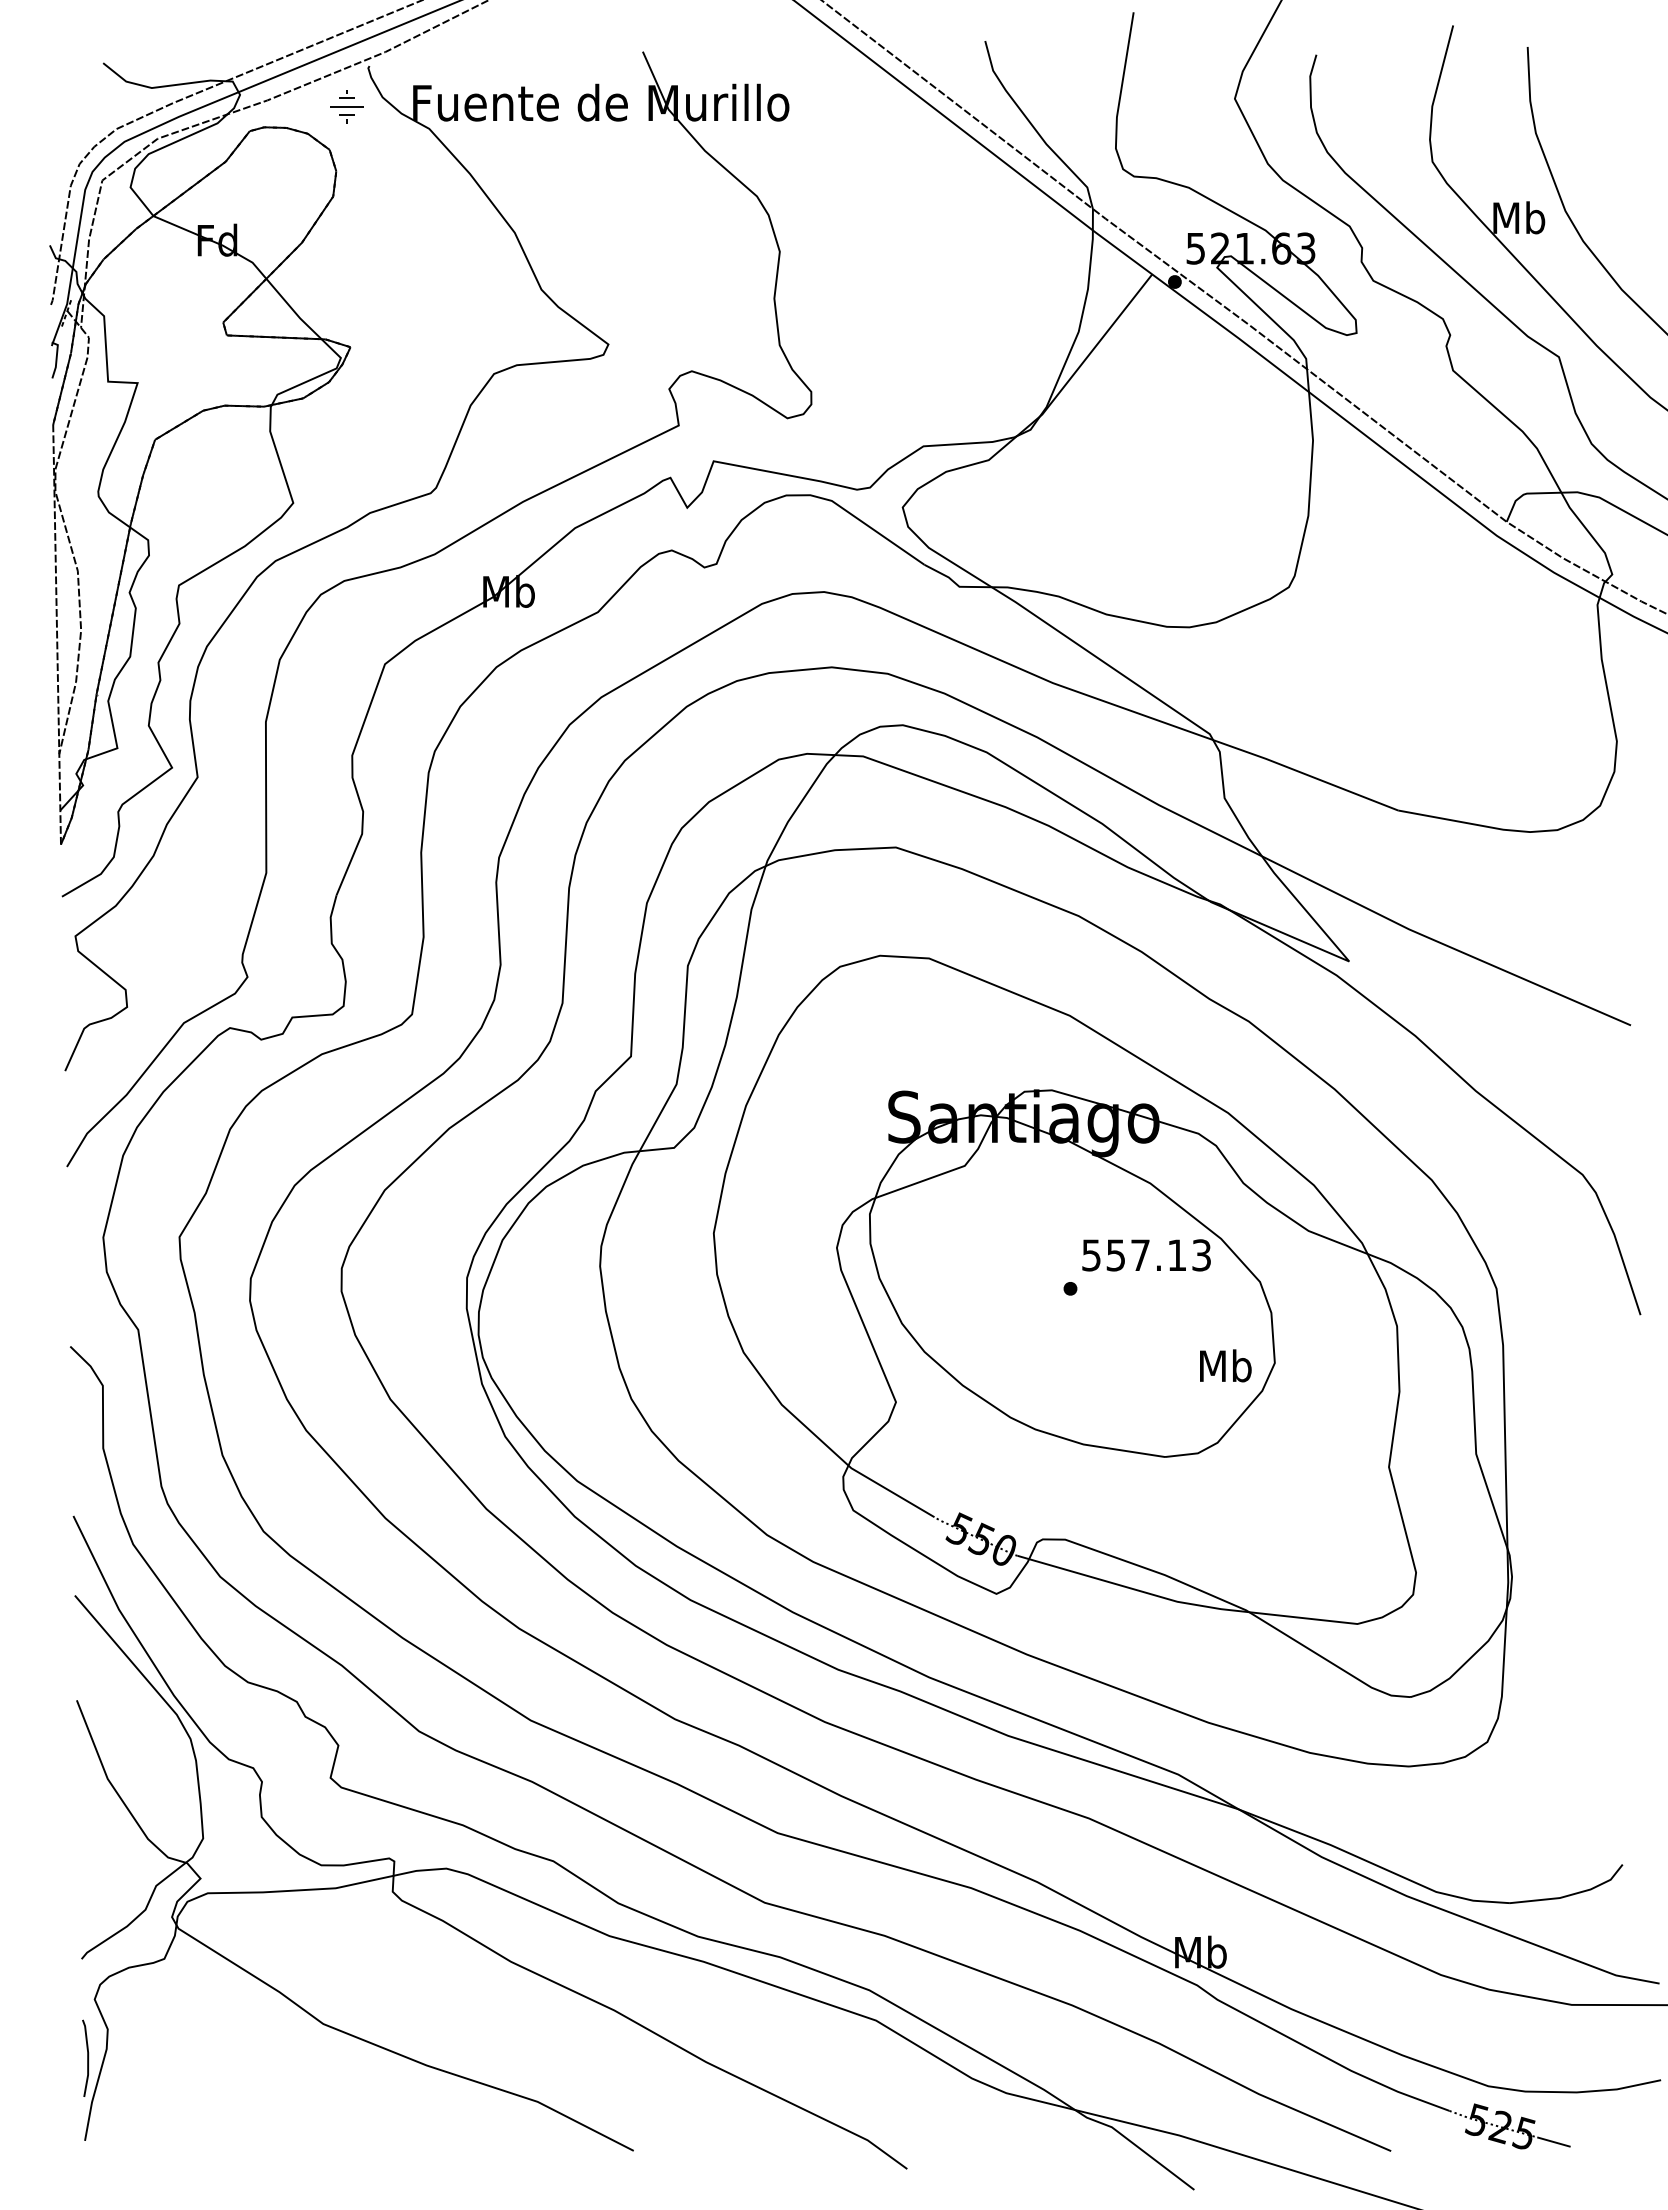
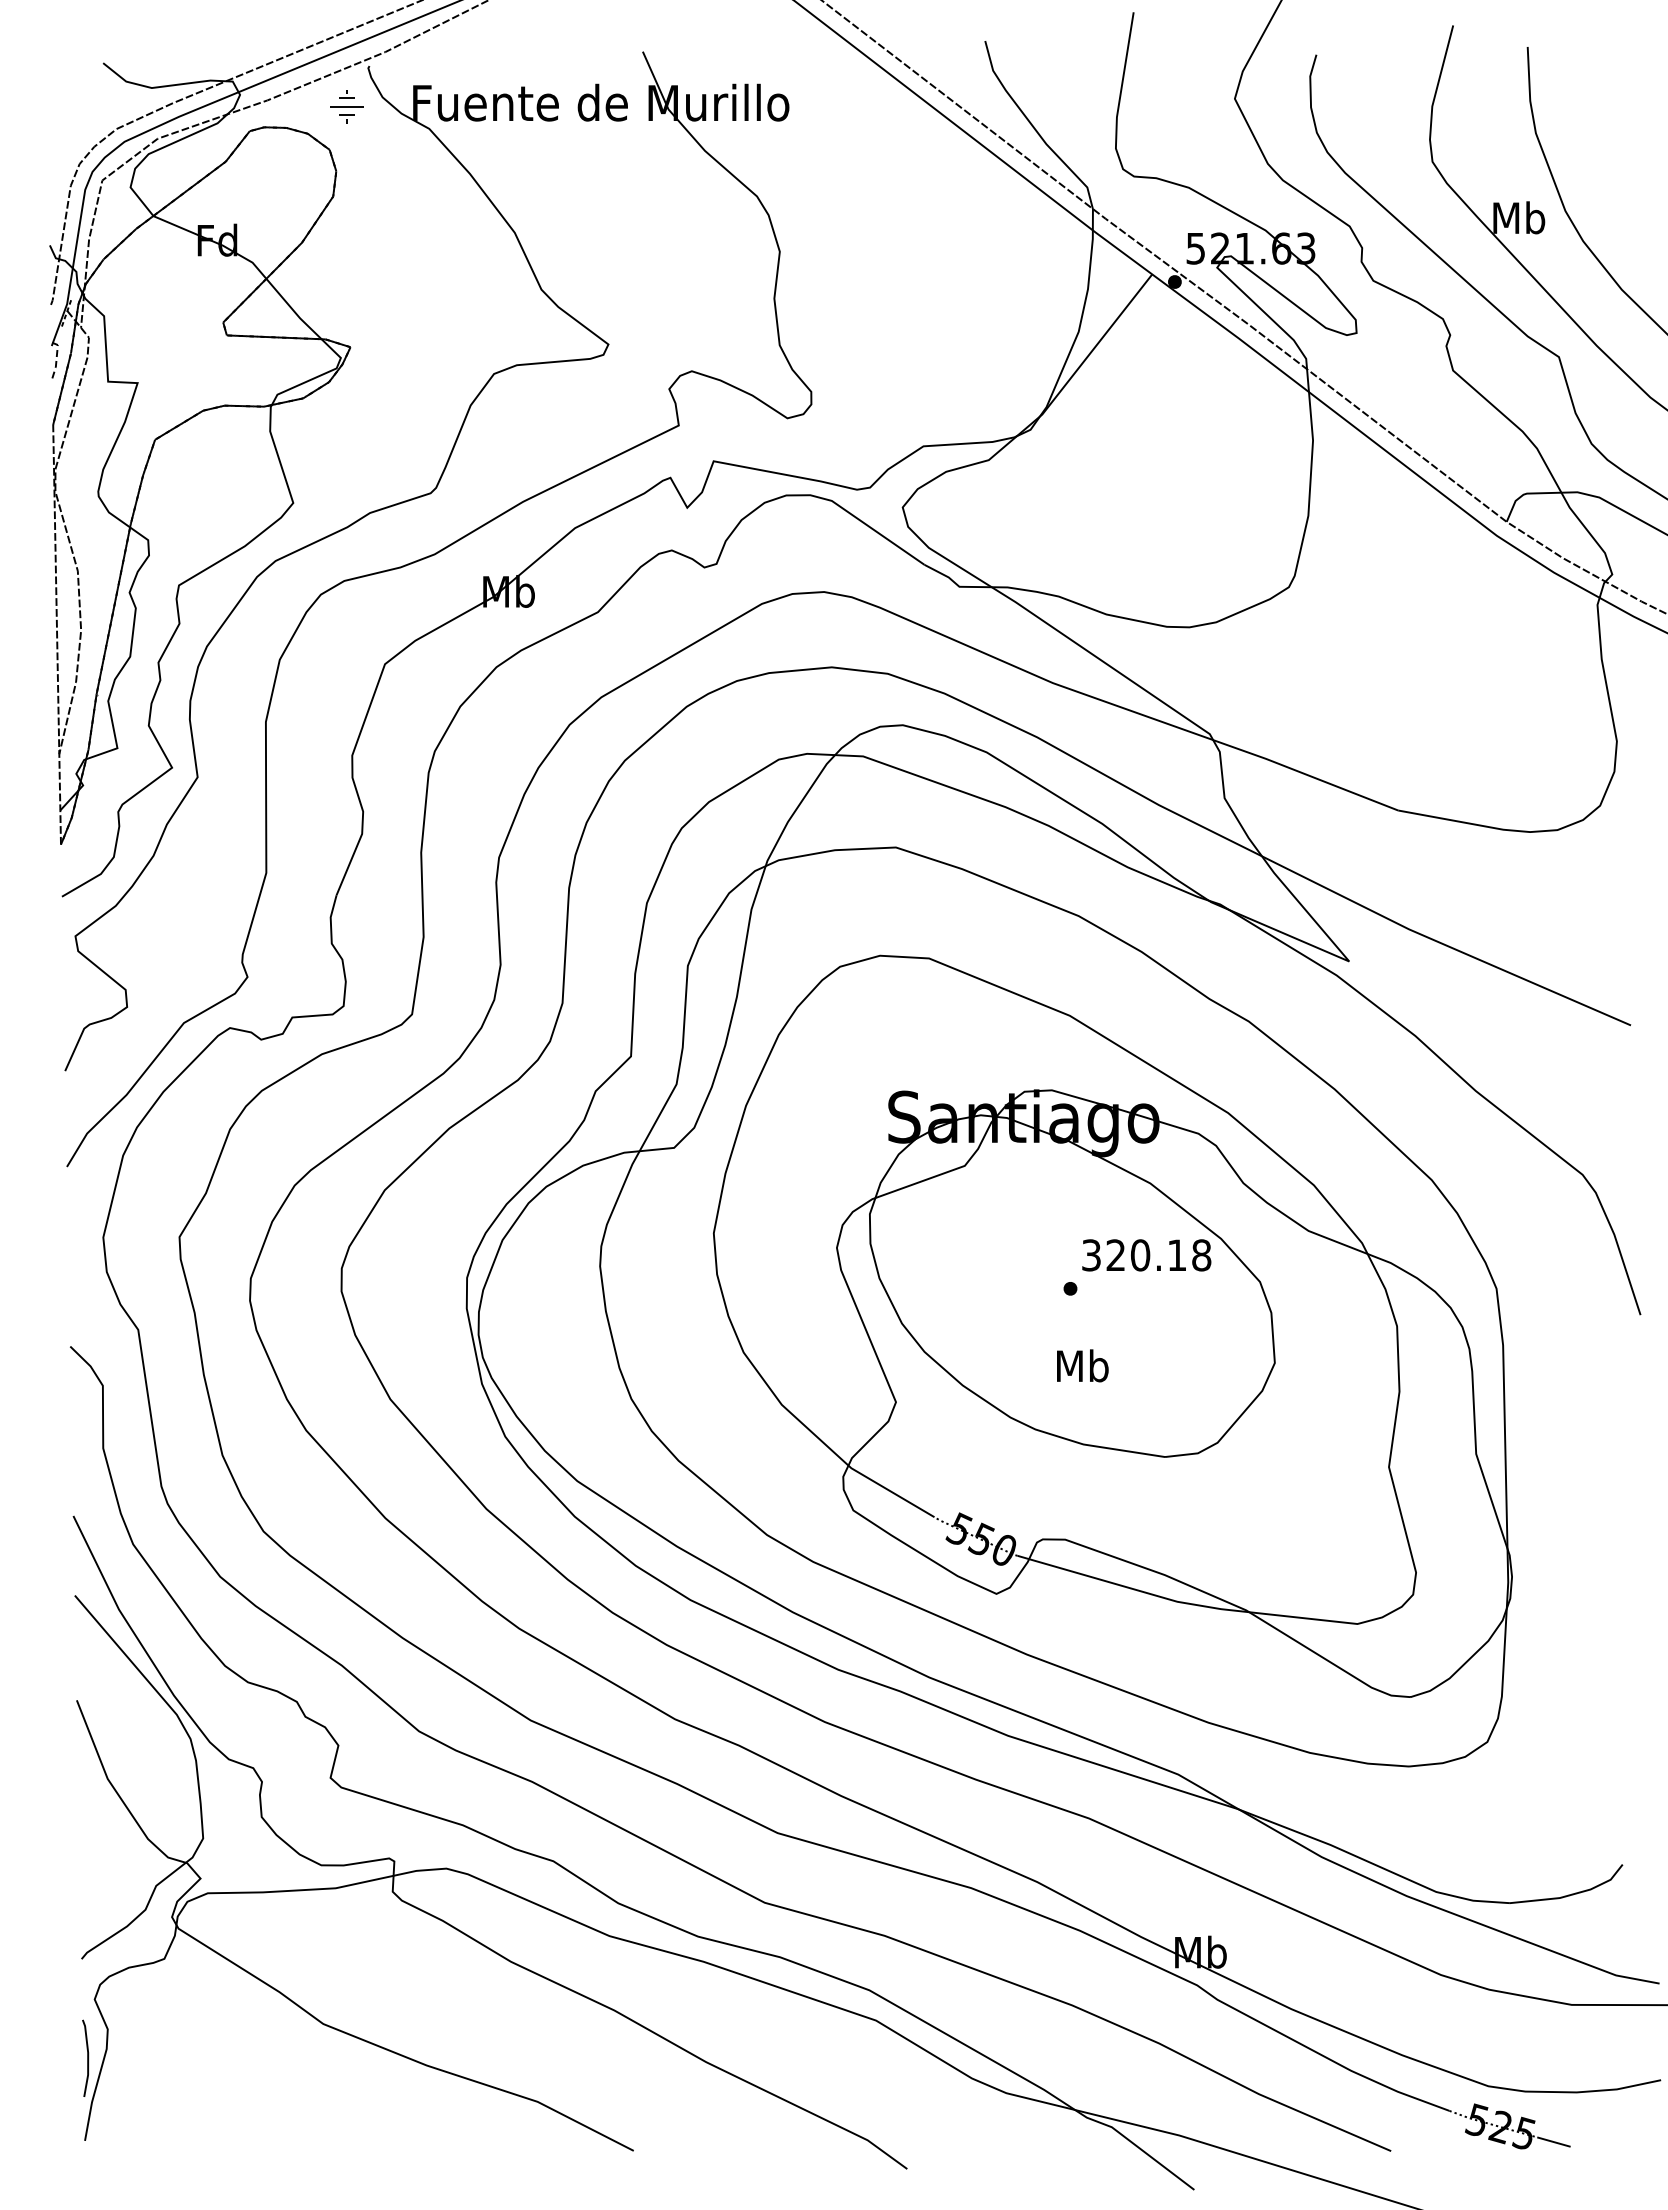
line at (56, 358): solid -> dashed
text at (1146, 1255): 557.13 -> 320.18
text at (1225, 1365) position: (1225, 1365) -> (1082, 1365)
